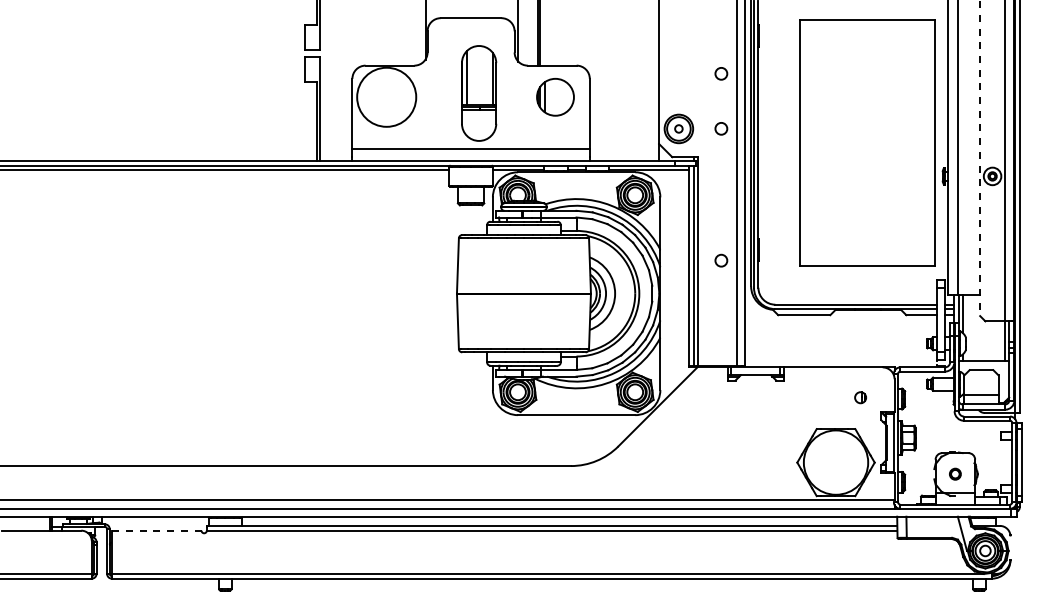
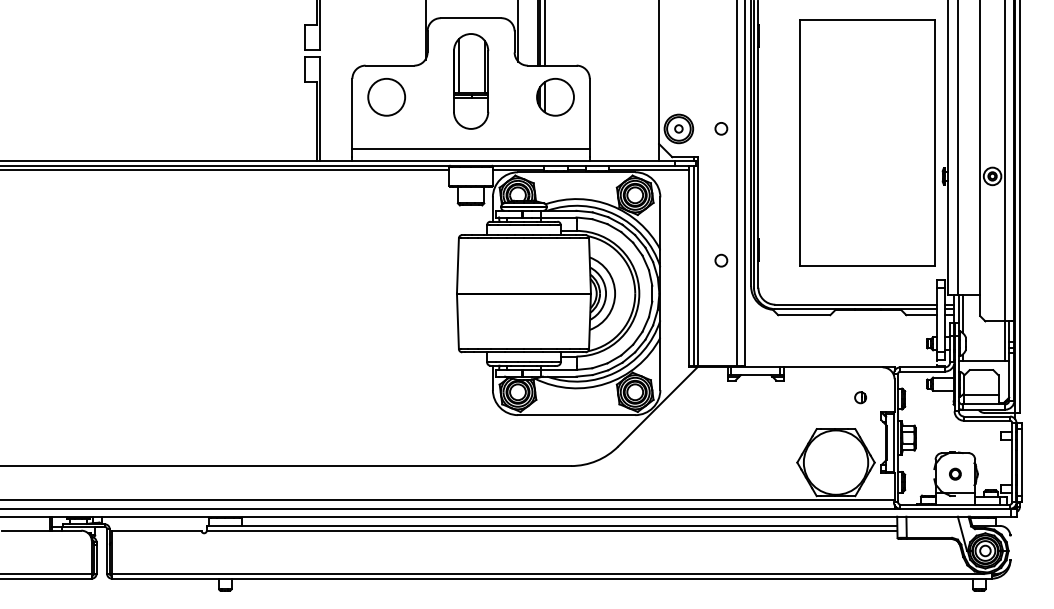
line at (544, 33): none -> present
circle at (721, 73): present -> none
part at (479, 93) position: (479, 93) -> (471, 81)
circle at (386, 96) diameter: 59 px -> 37 px
line at (980, 158): dashed -> solid
line at (156, 530): dashed -> solid
